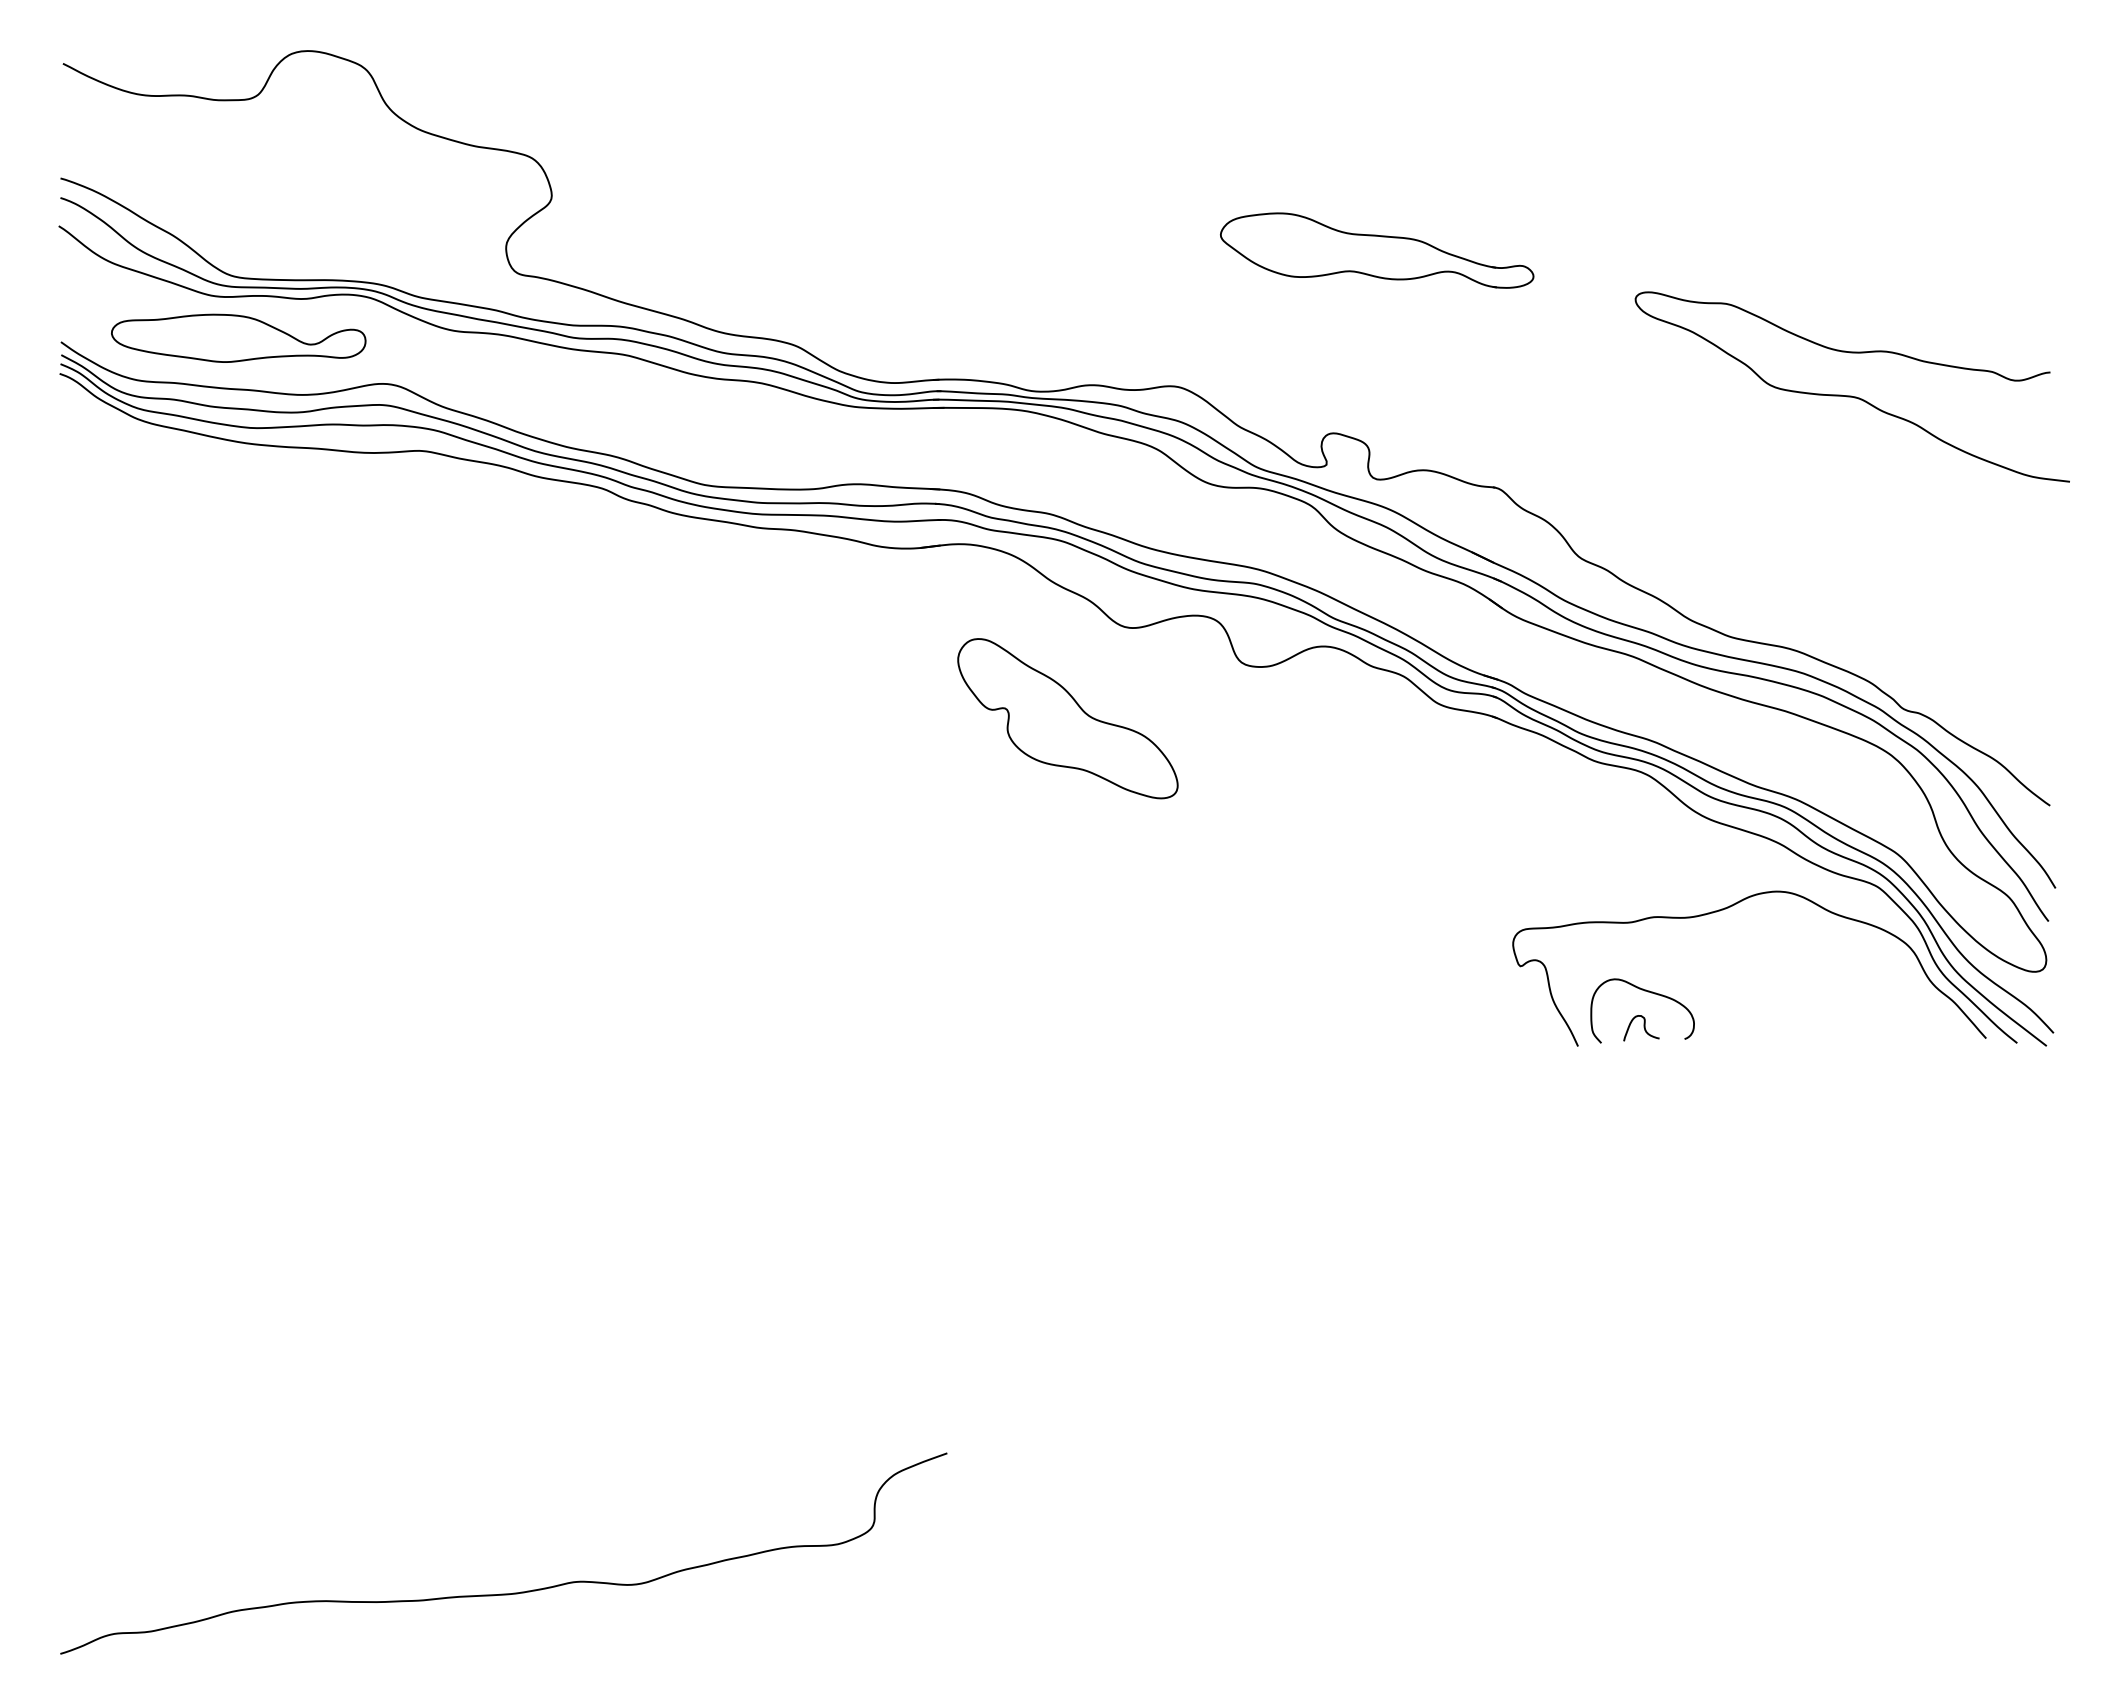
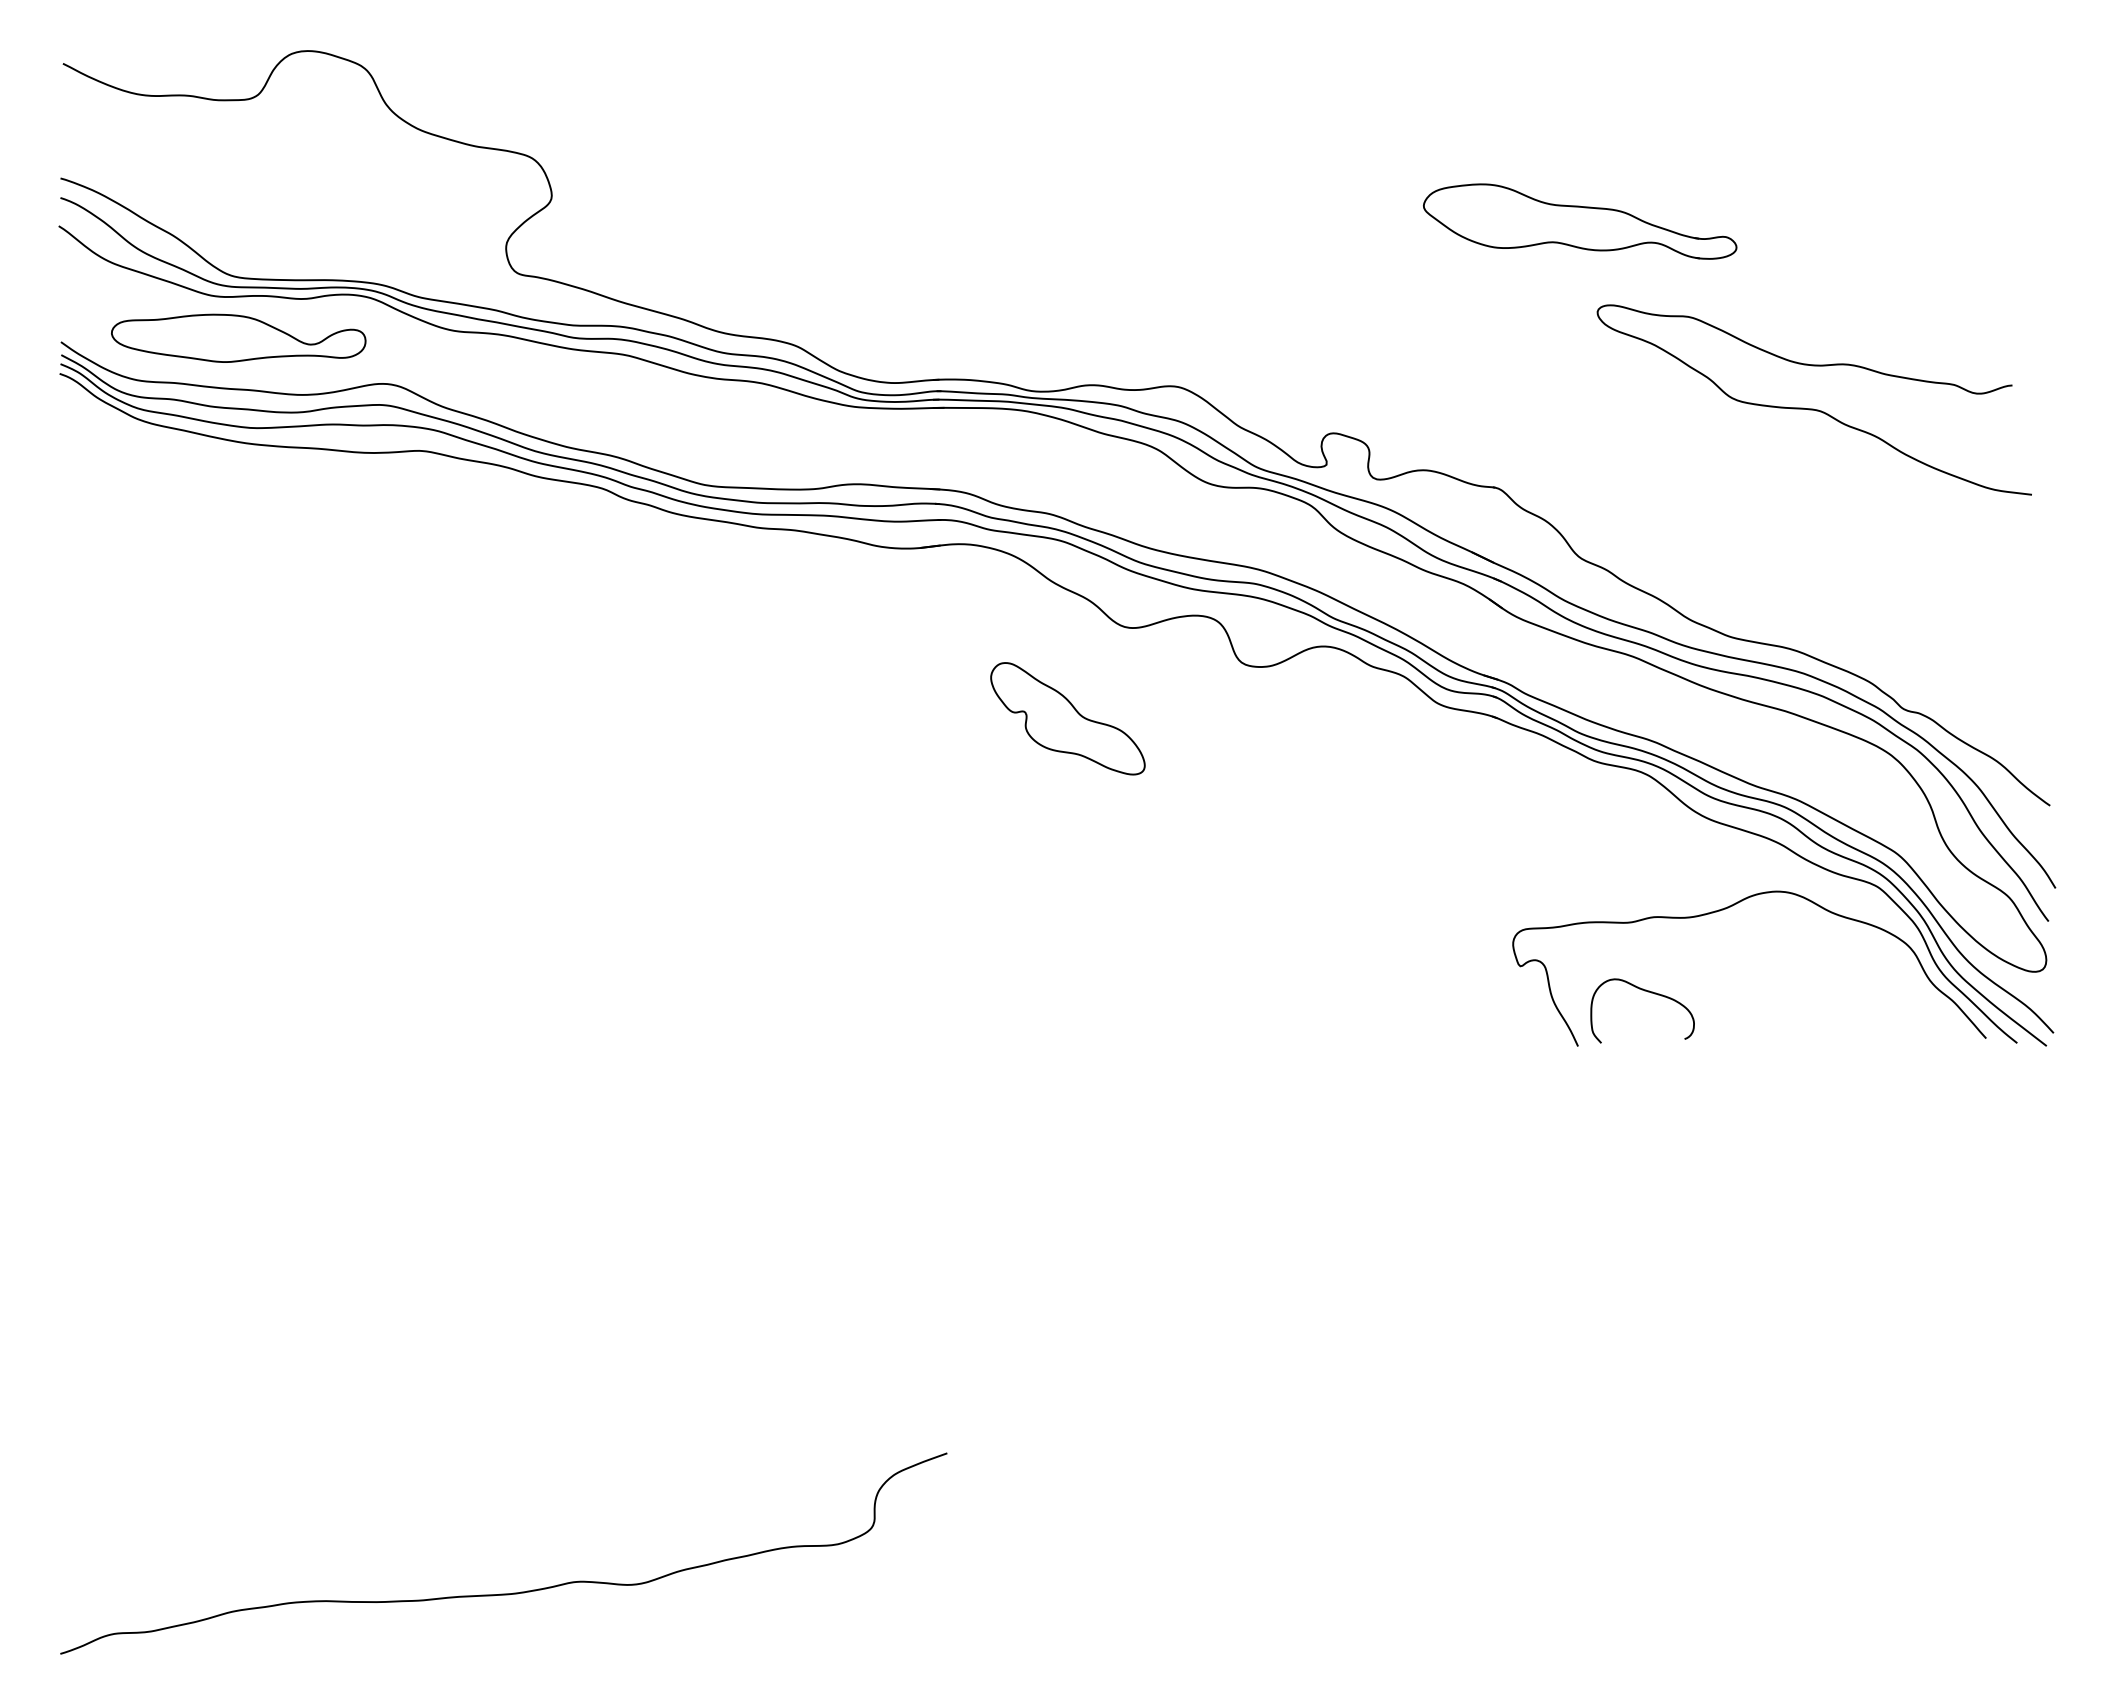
part at (1377, 250) position: (1377, 250) -> (1580, 221)
curve at (1851, 395) position: (1851, 395) -> (1813, 408)
part at (1067, 718) size: 222x162 px -> 156x114 px
curve at (1643, 1027): present -> none
